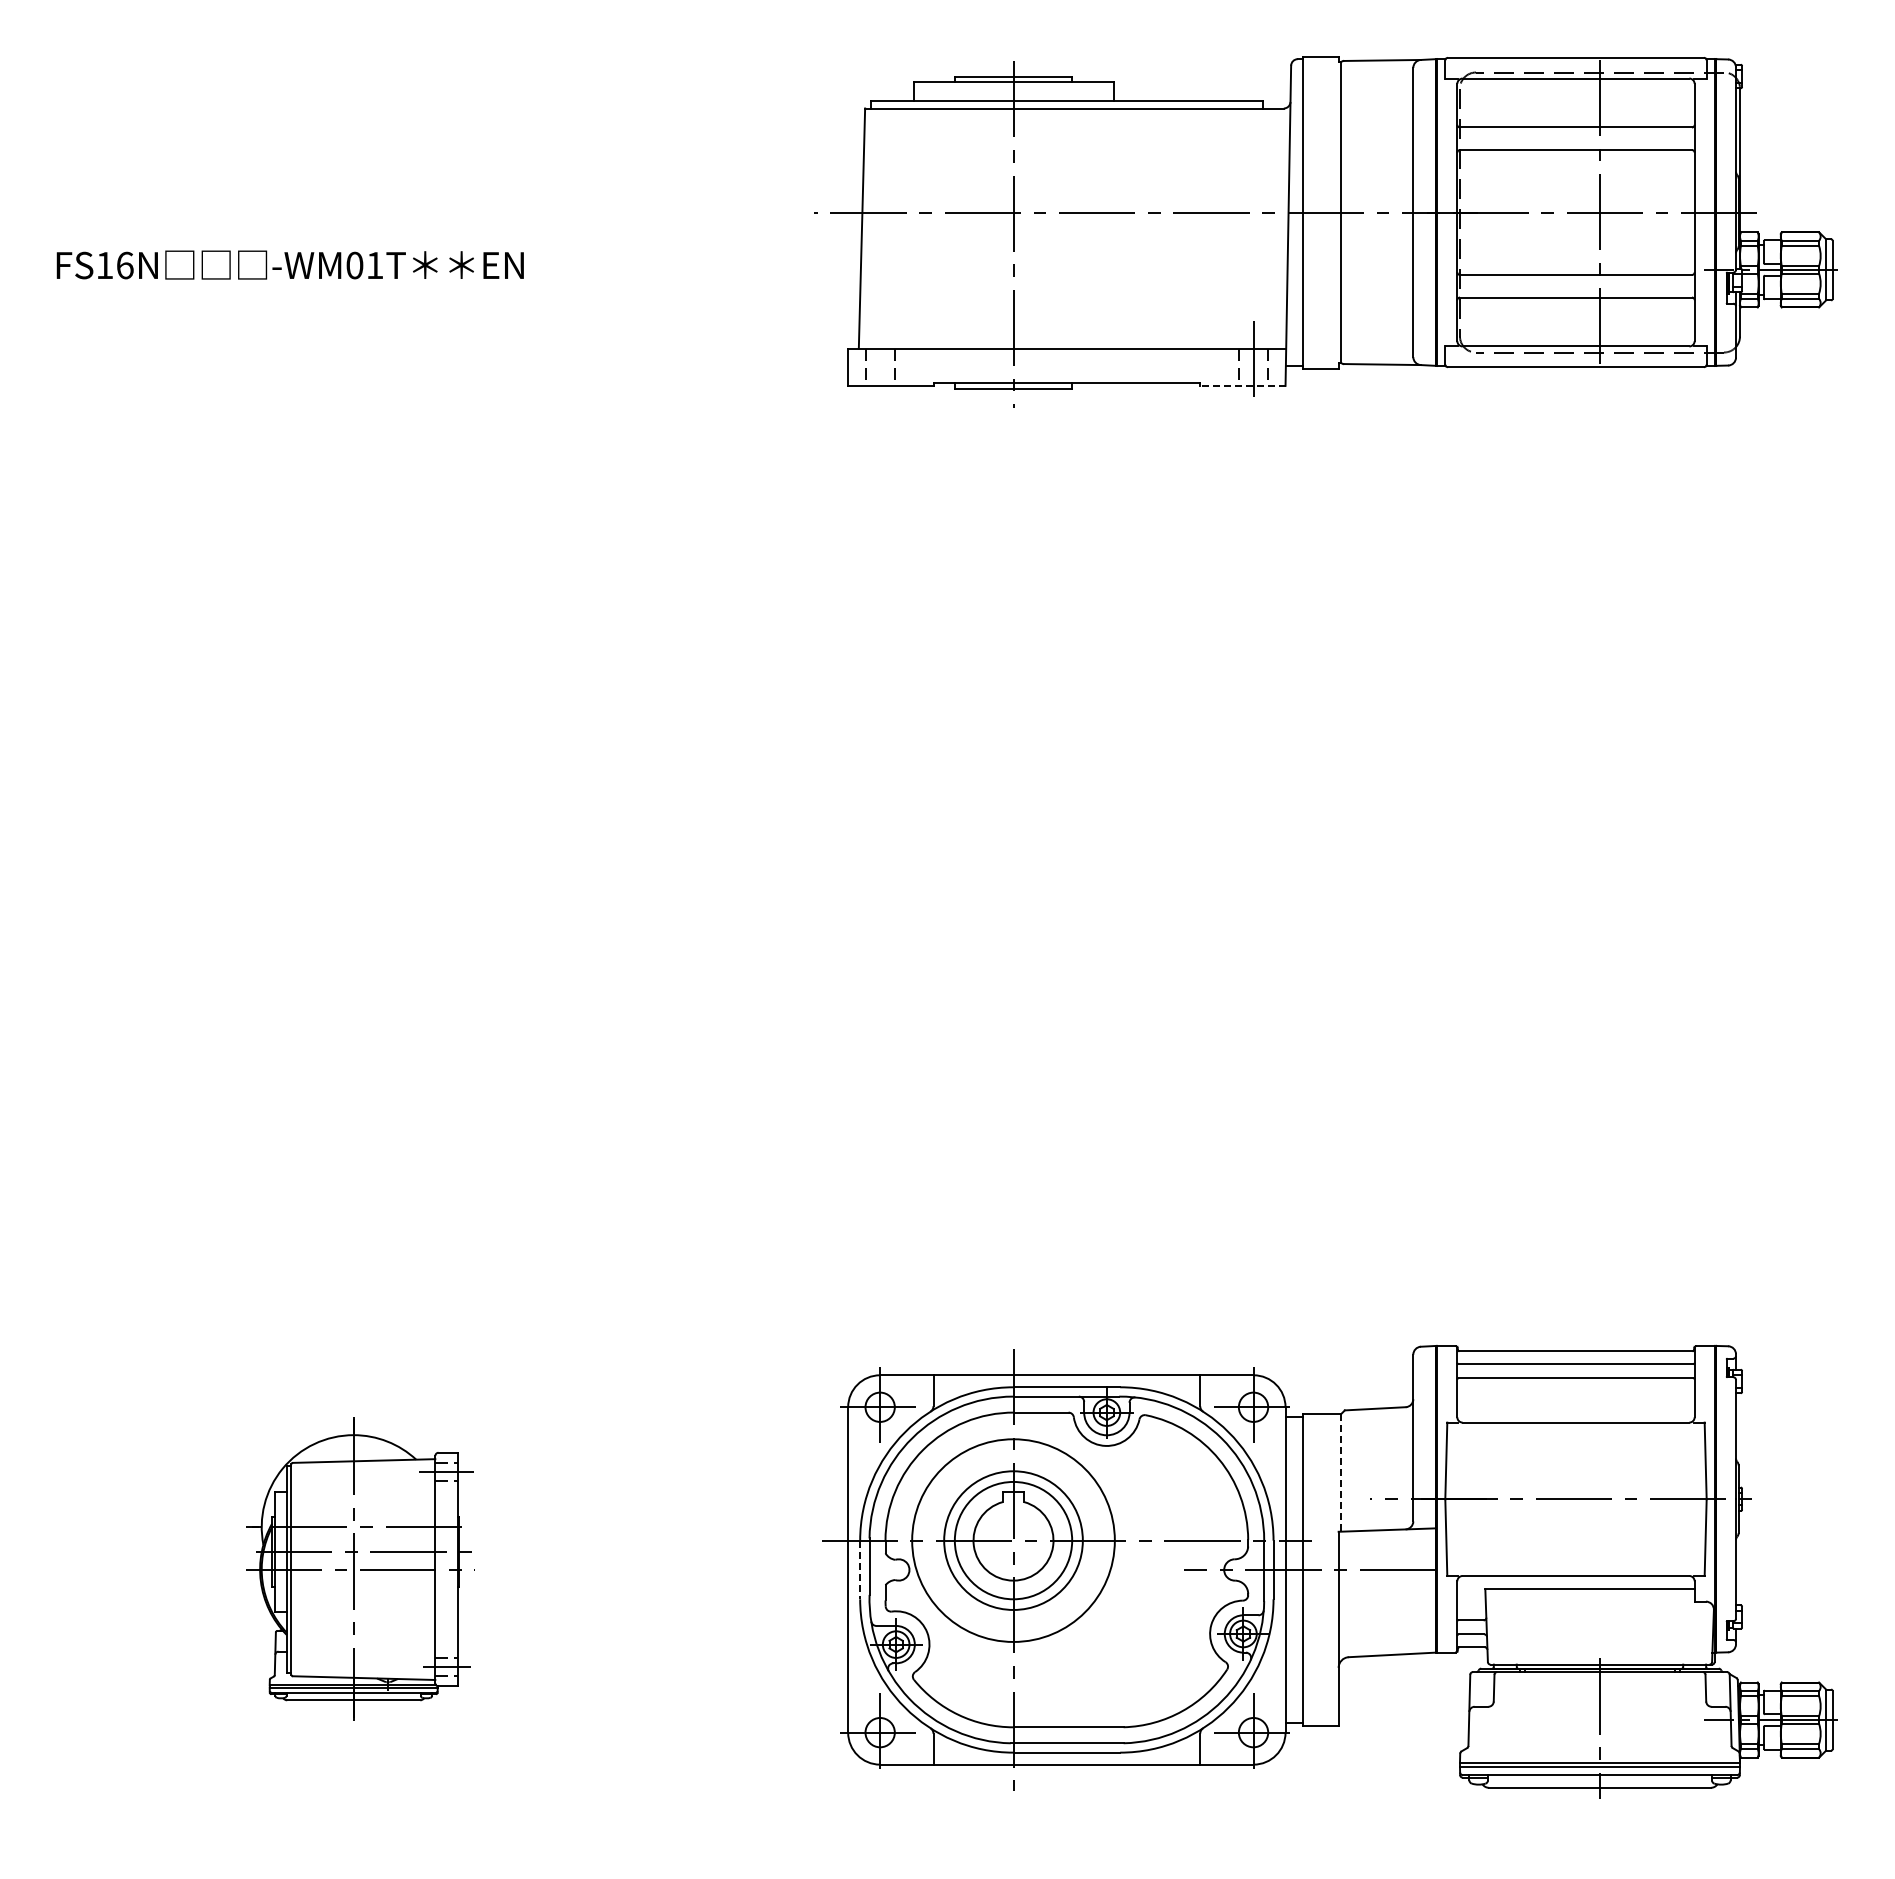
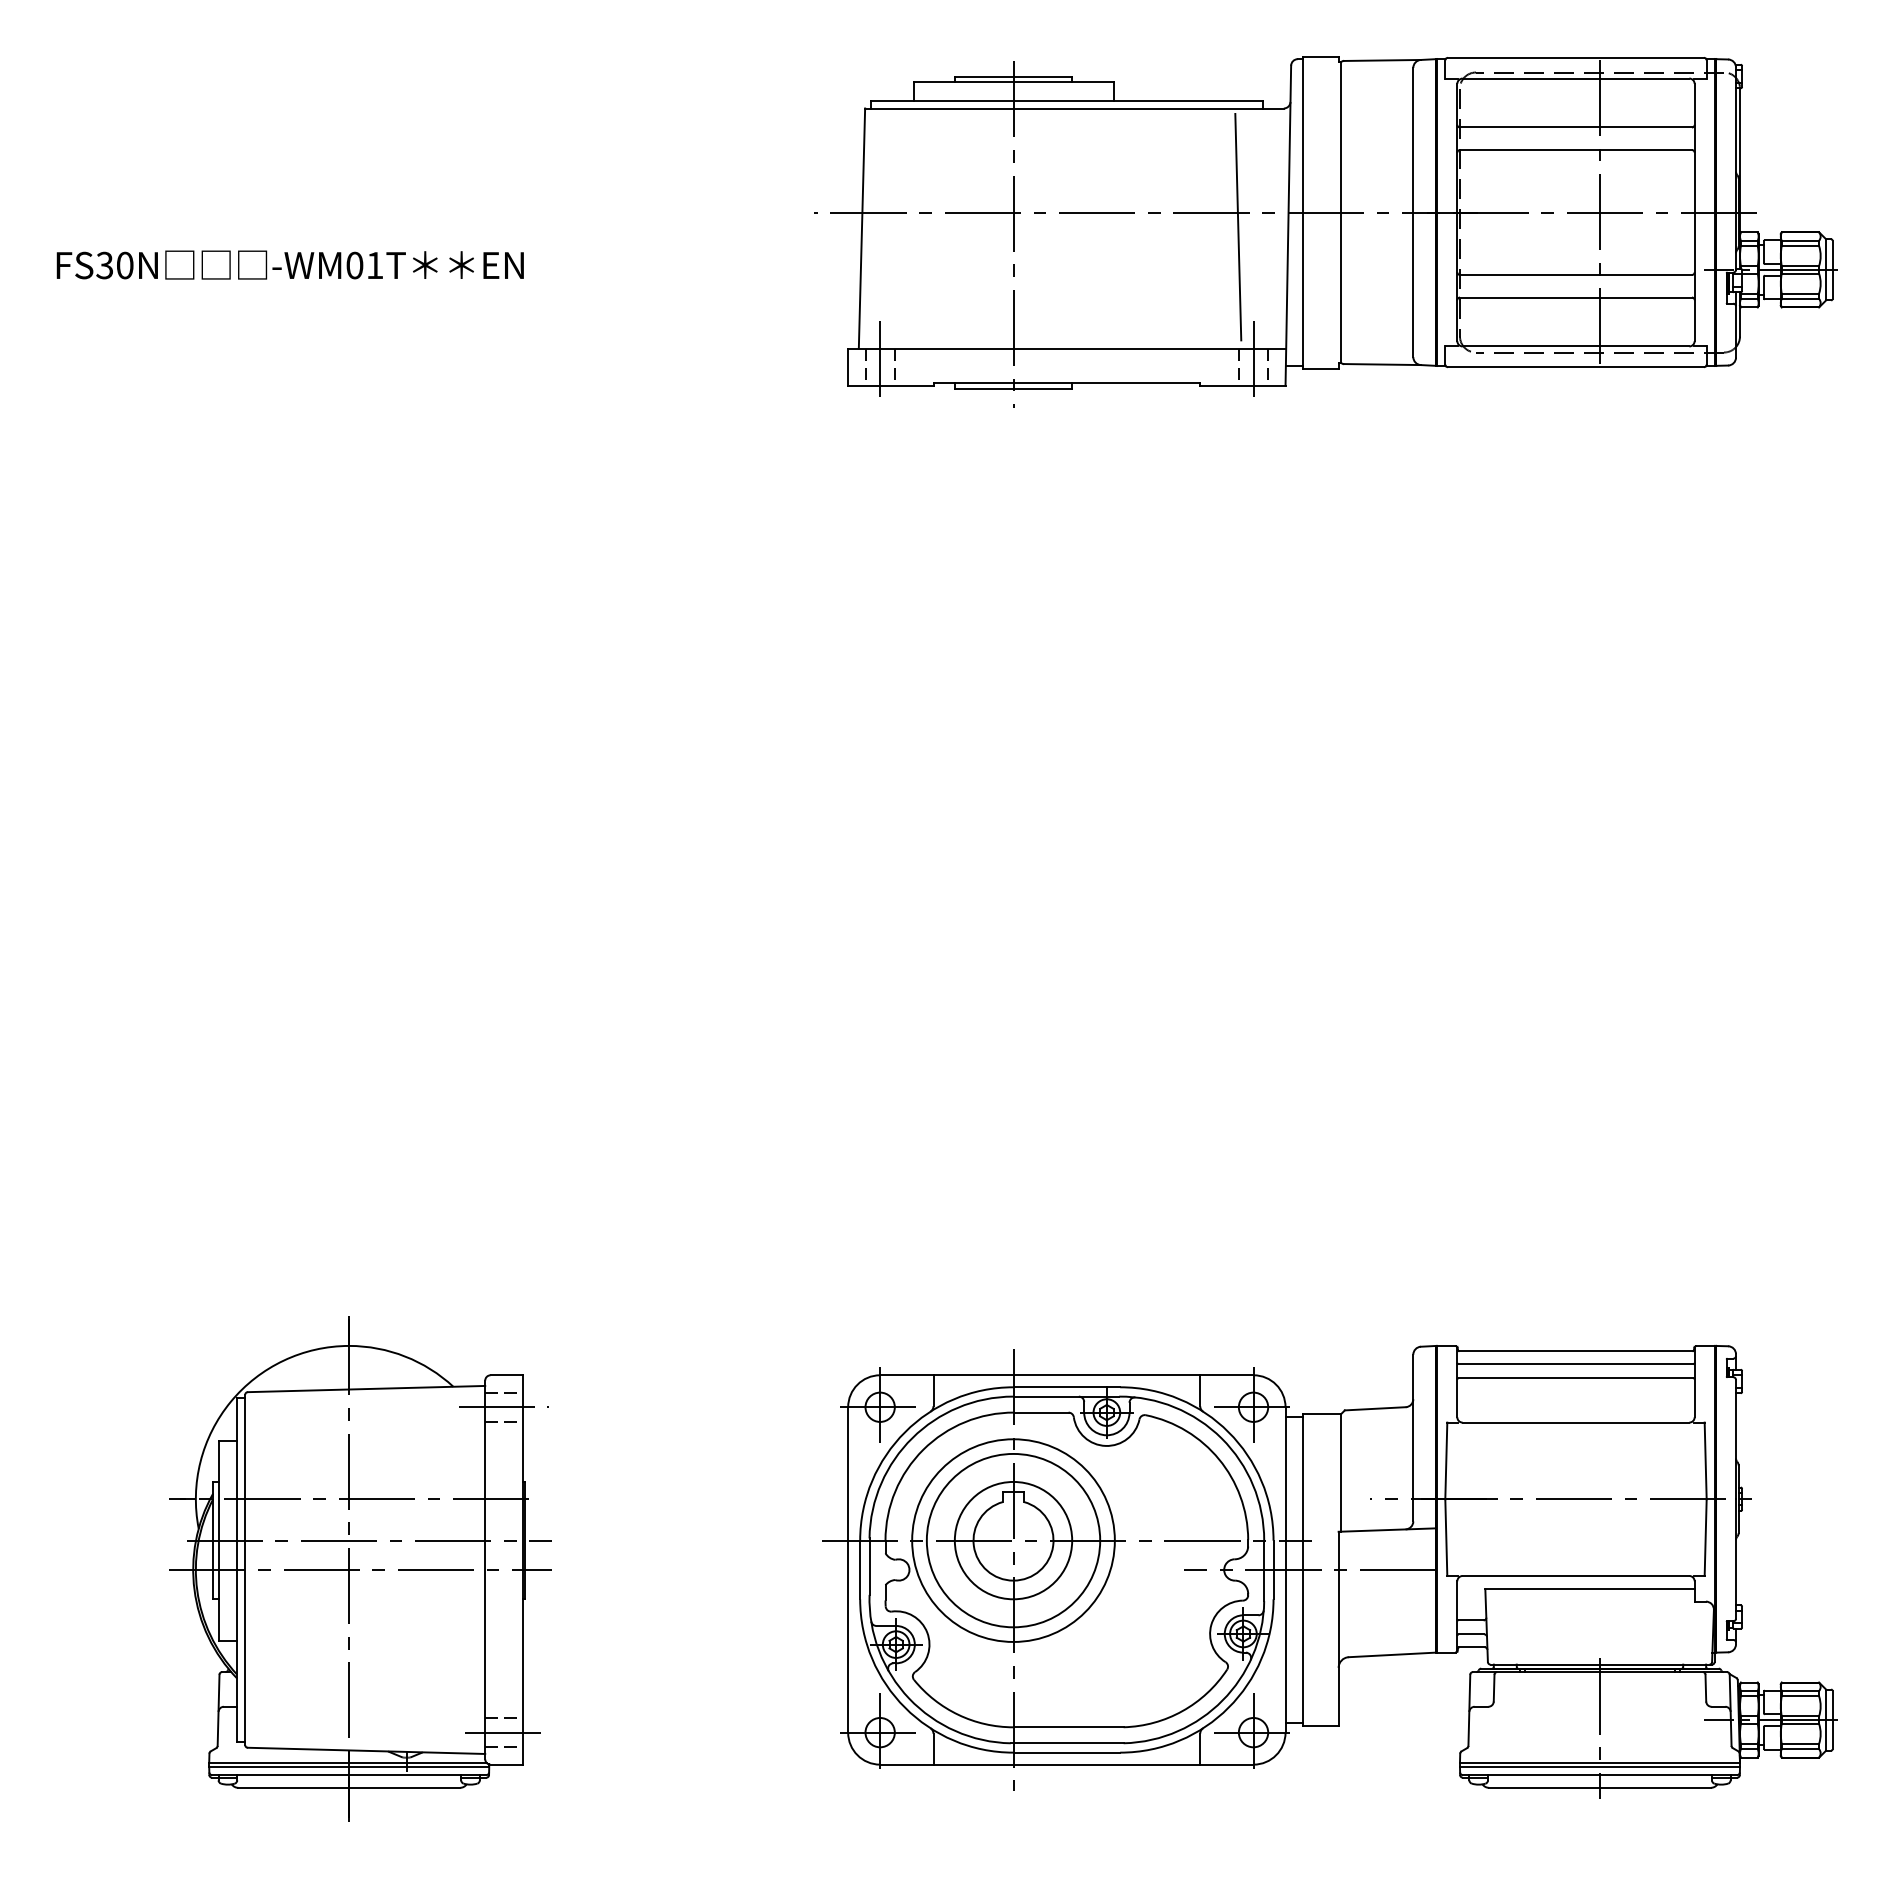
line at (1238, 226): none -> present
text at (114, 265): FS16N -> FS30N
line at (880, 361): none -> present
line at (1242, 385): dashed -> solid
line at (1341, 1472): dashed -> solid
circle at (1013, 1540) diameter: 139 px -> 173 px
part at (360, 1568) size: 229x304 px -> 383x506 px
line at (860, 1570): dashed -> solid
